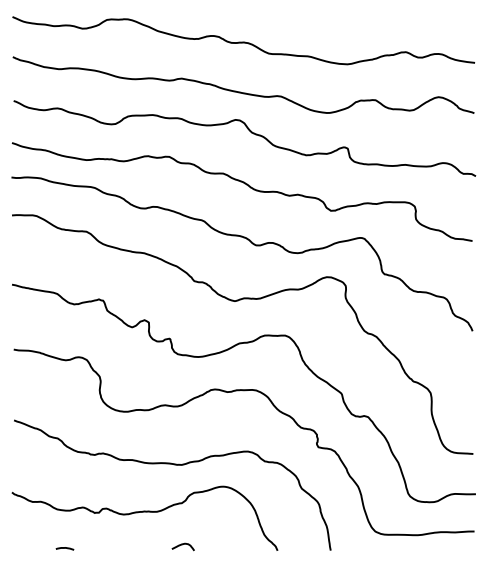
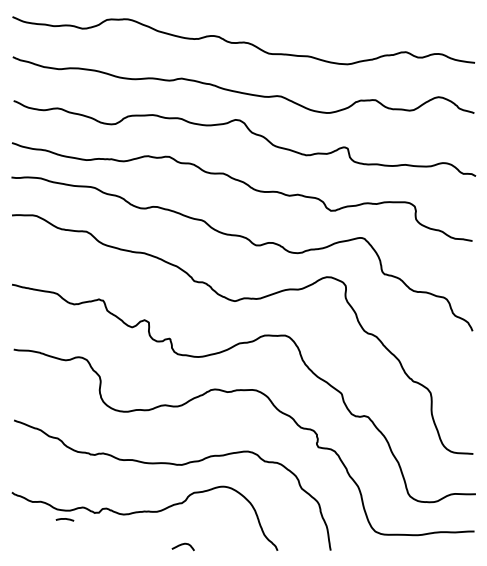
line at (64, 548) position: (64, 548) -> (64, 519)
